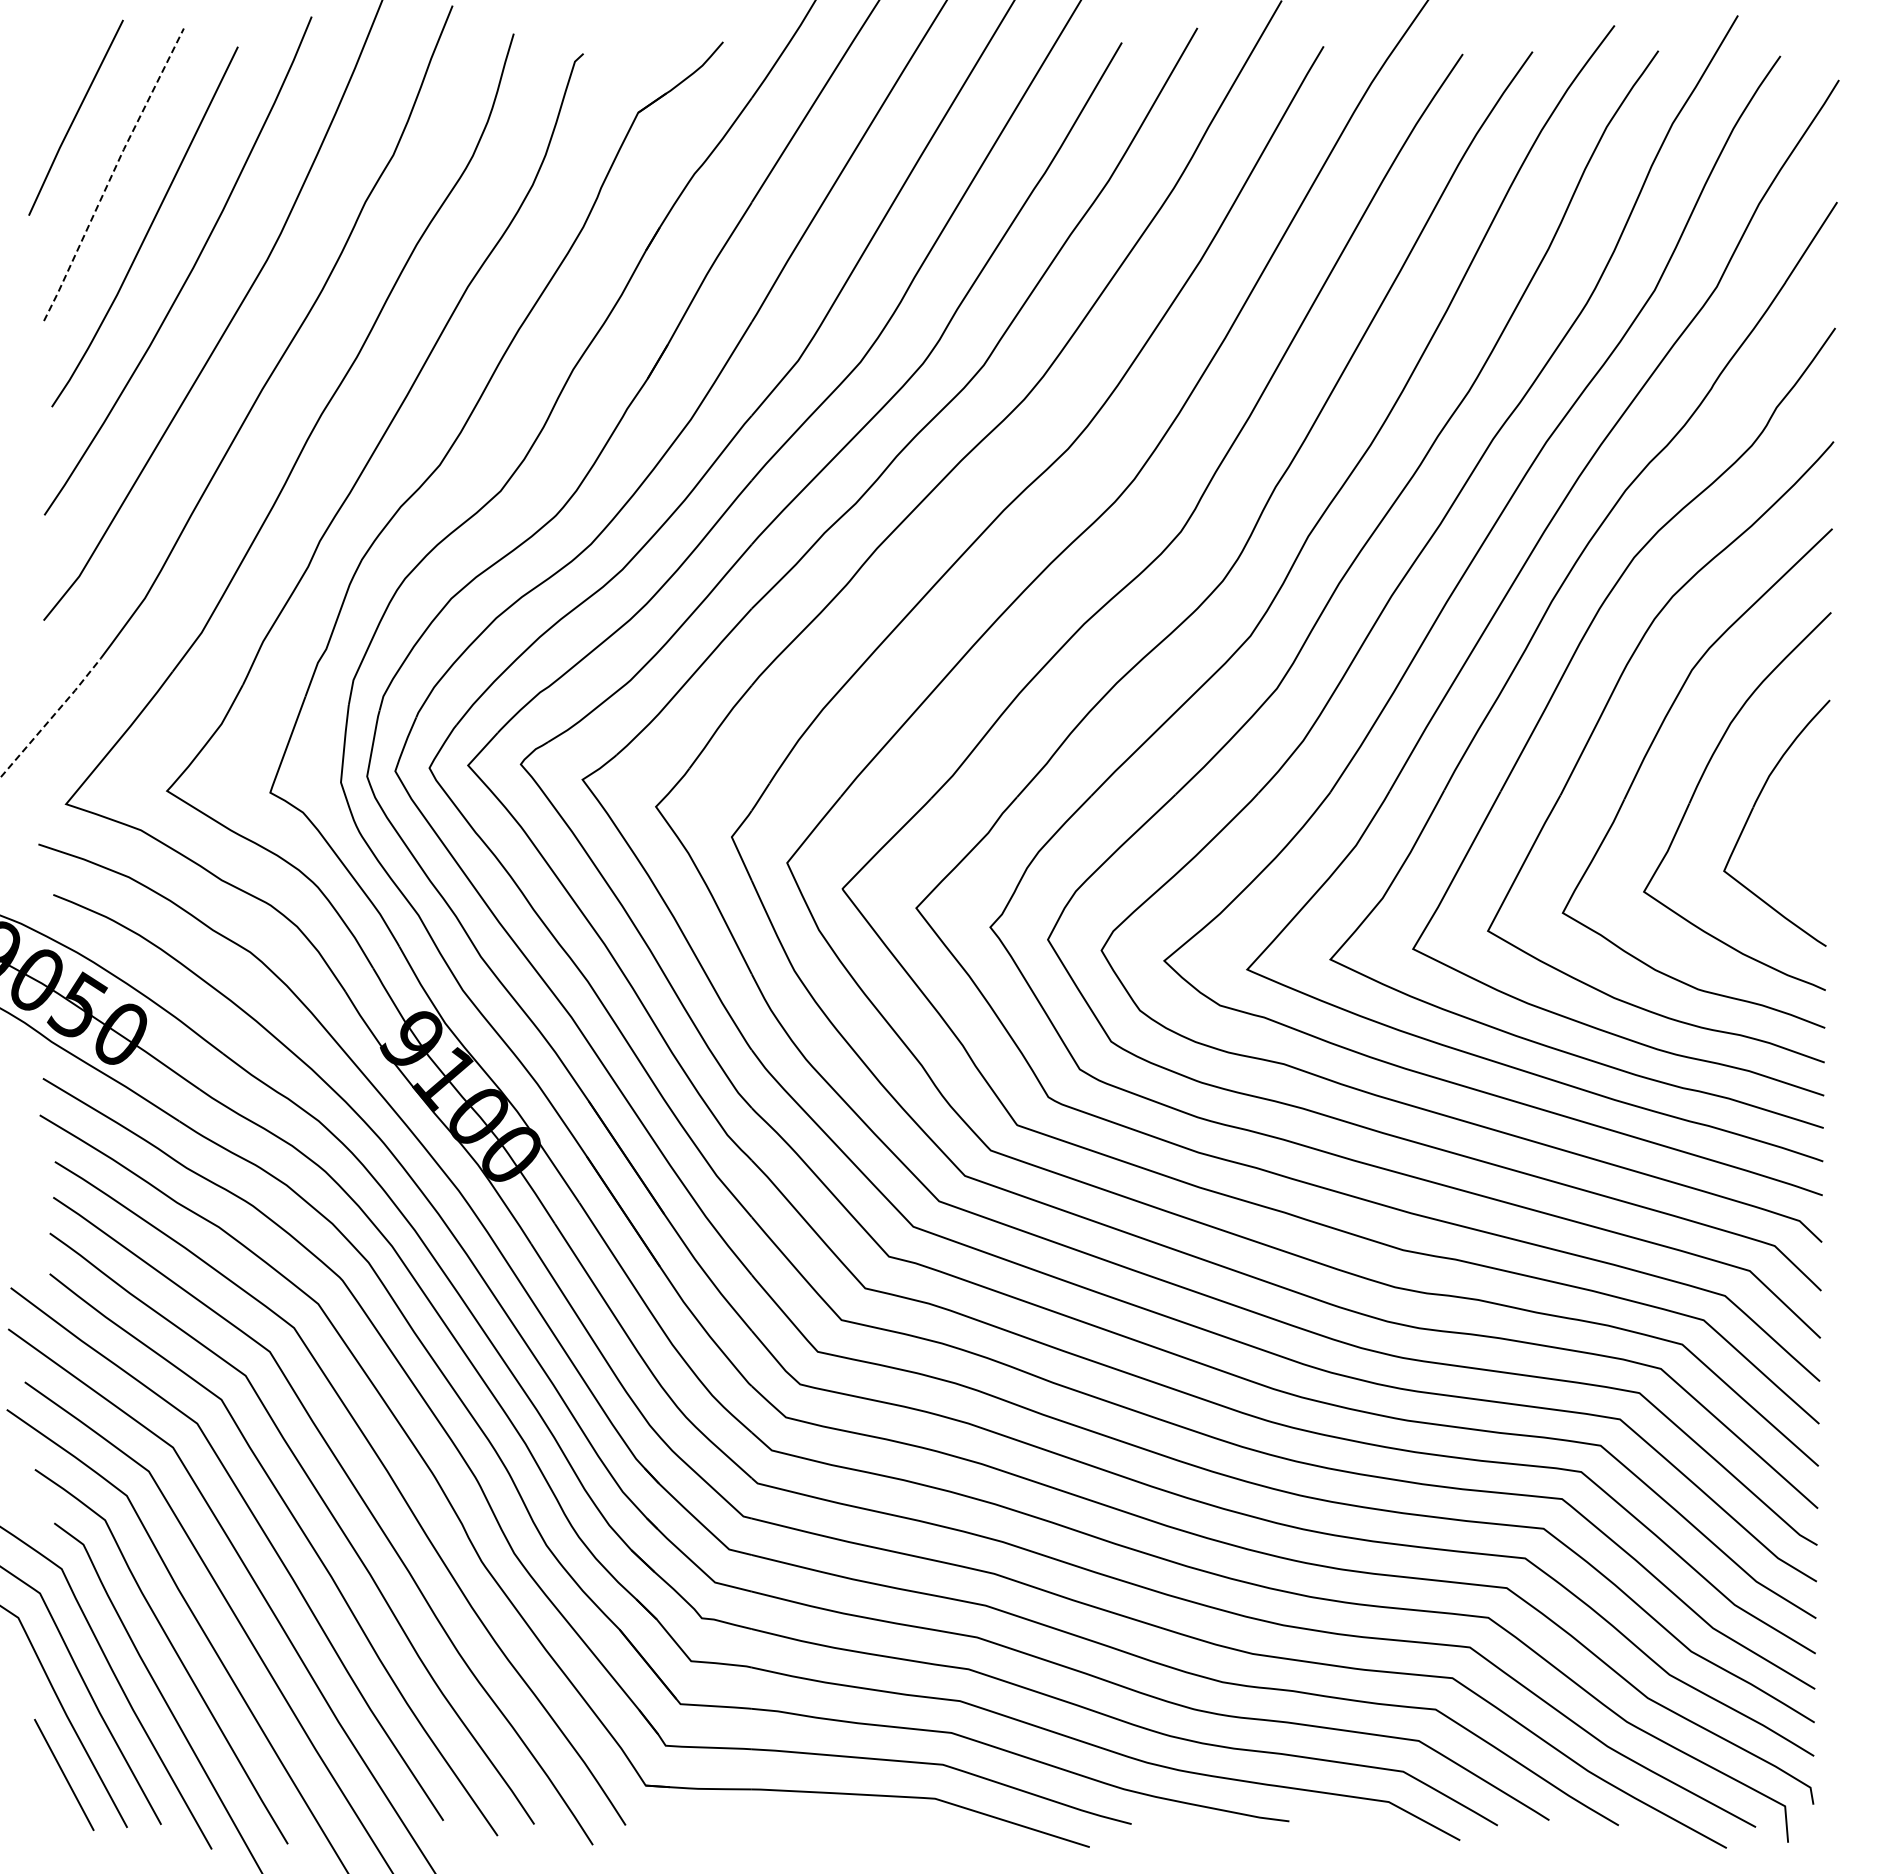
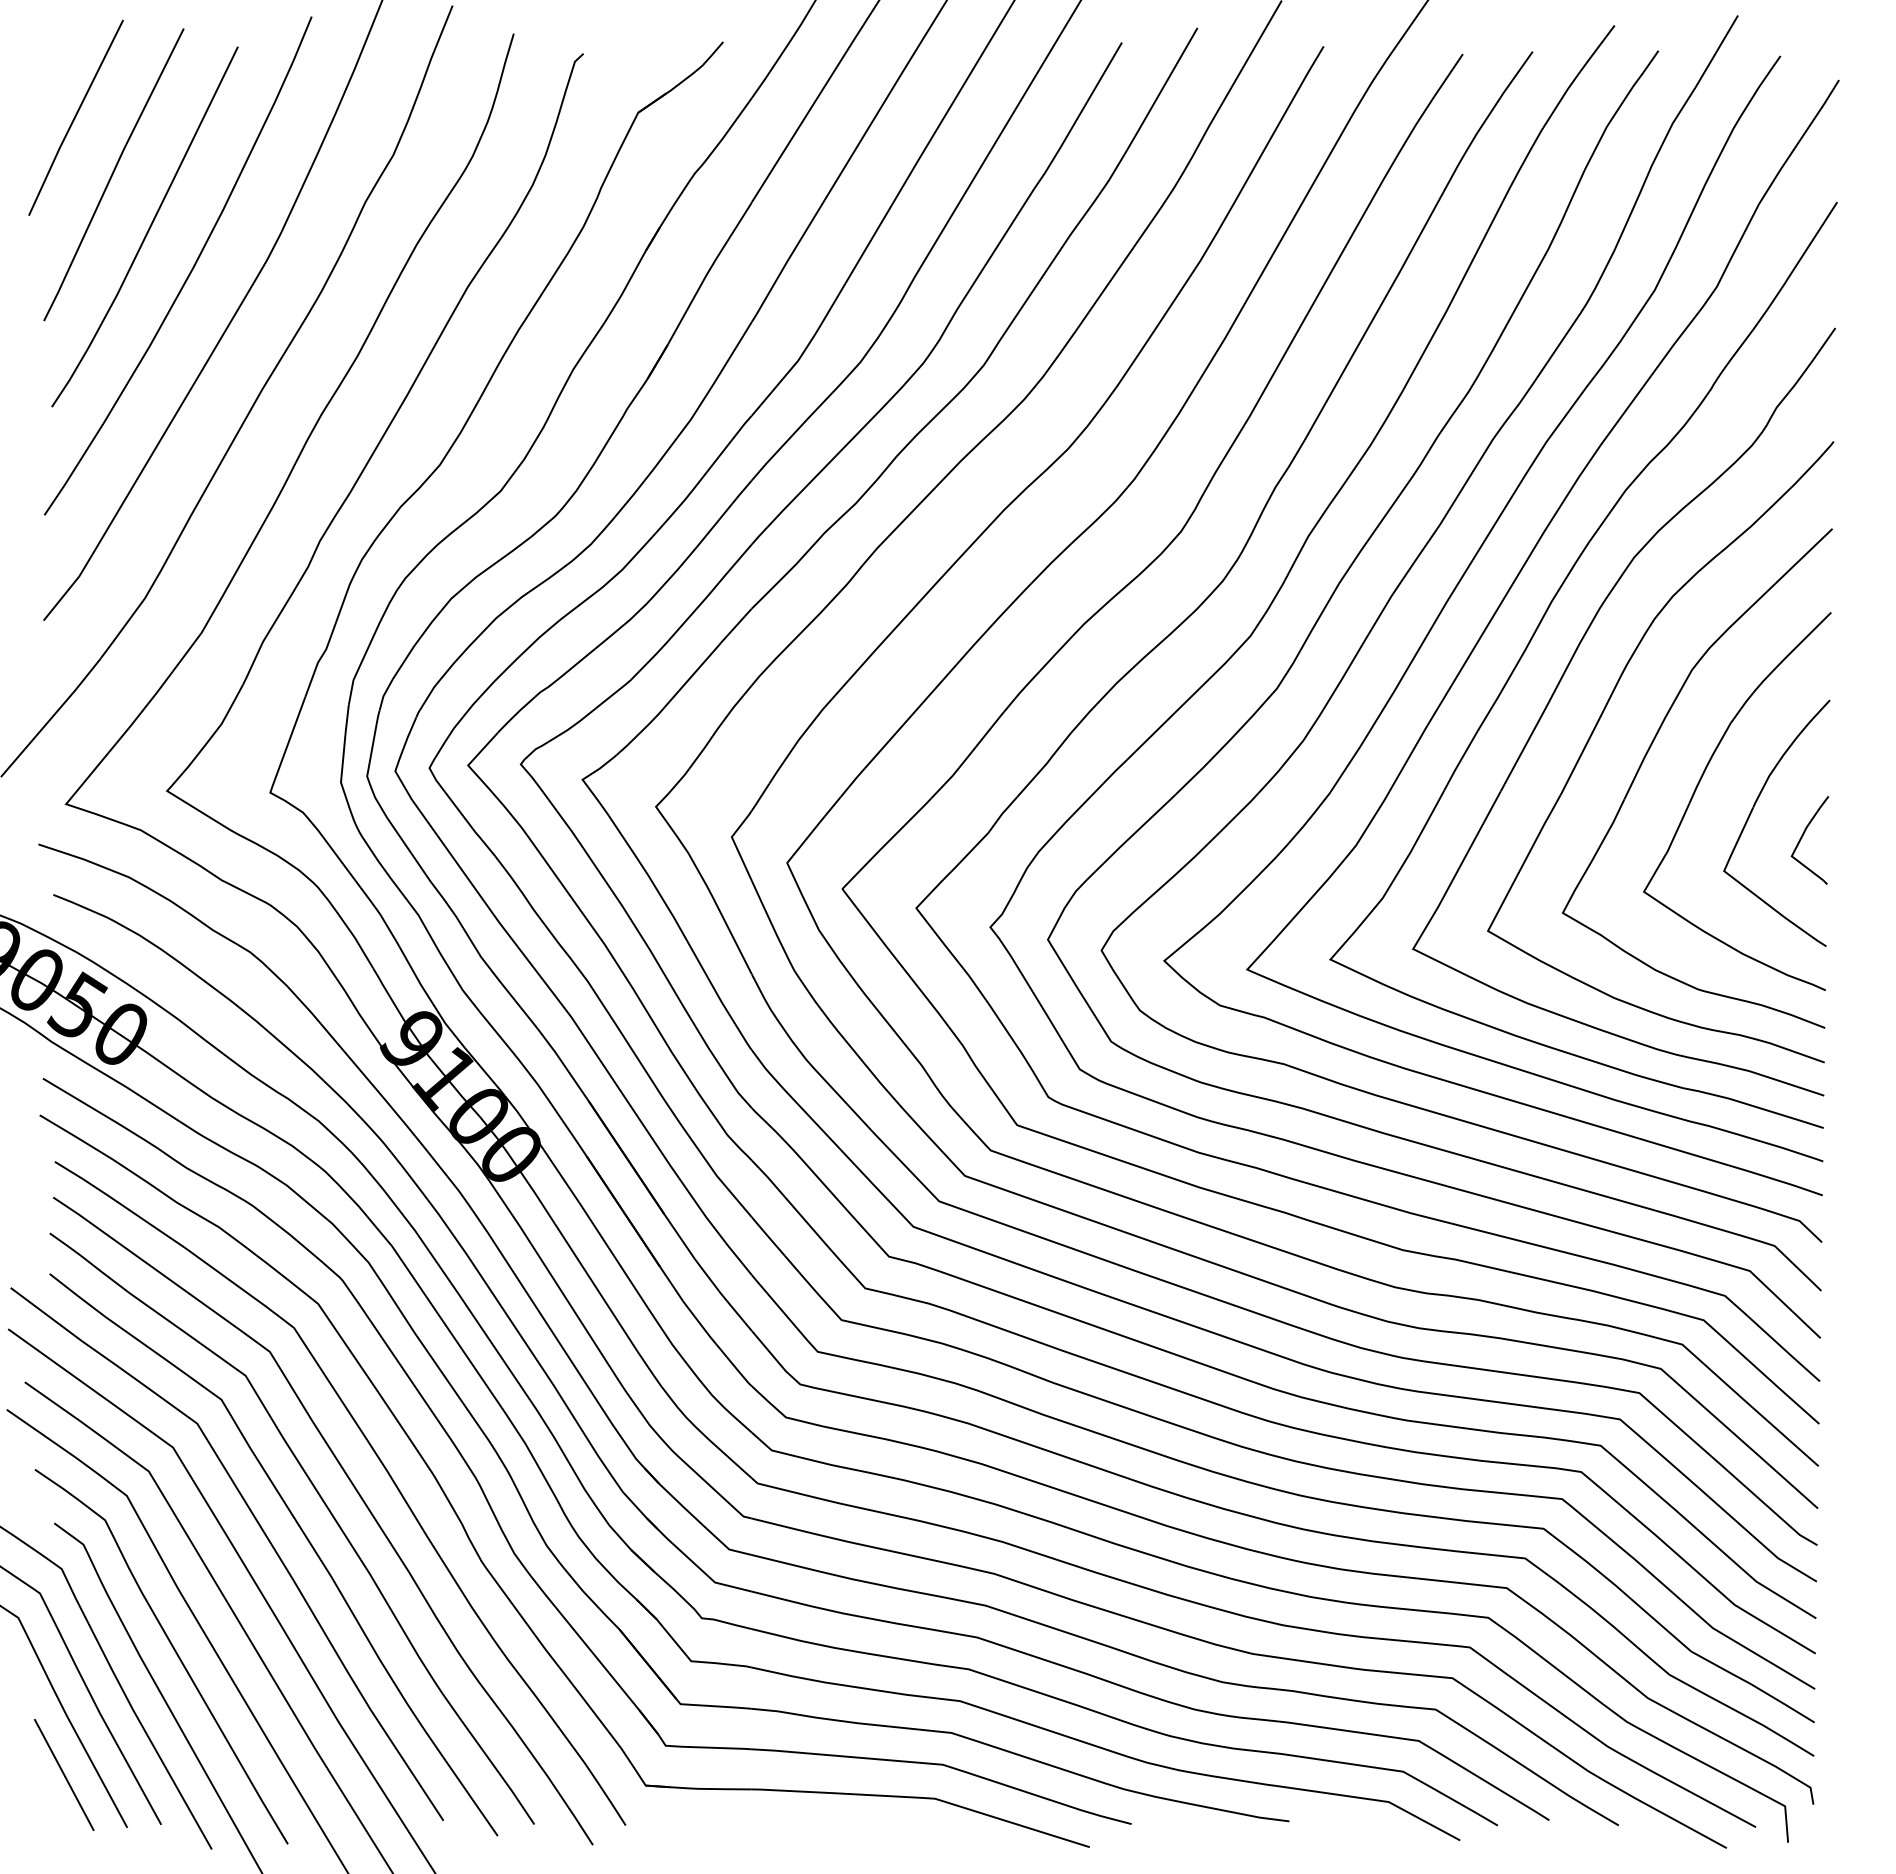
line at (112, 174): dashed -> solid
line at (52, 716): dashed -> solid
part at (1803, 836): none -> present
